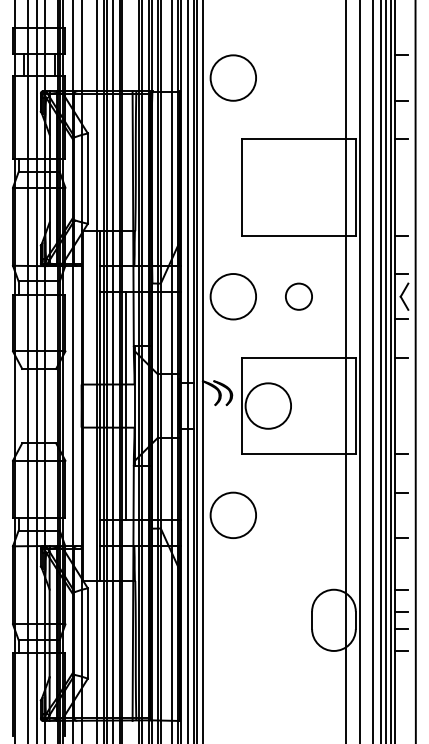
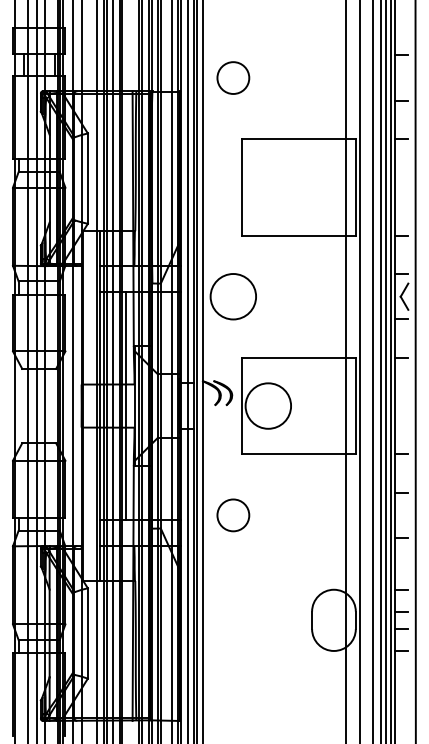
circle at (233, 77) diameter: 45 px -> 32 px
circle at (298, 296): present -> none
circle at (233, 515) diameter: 45 px -> 32 px
